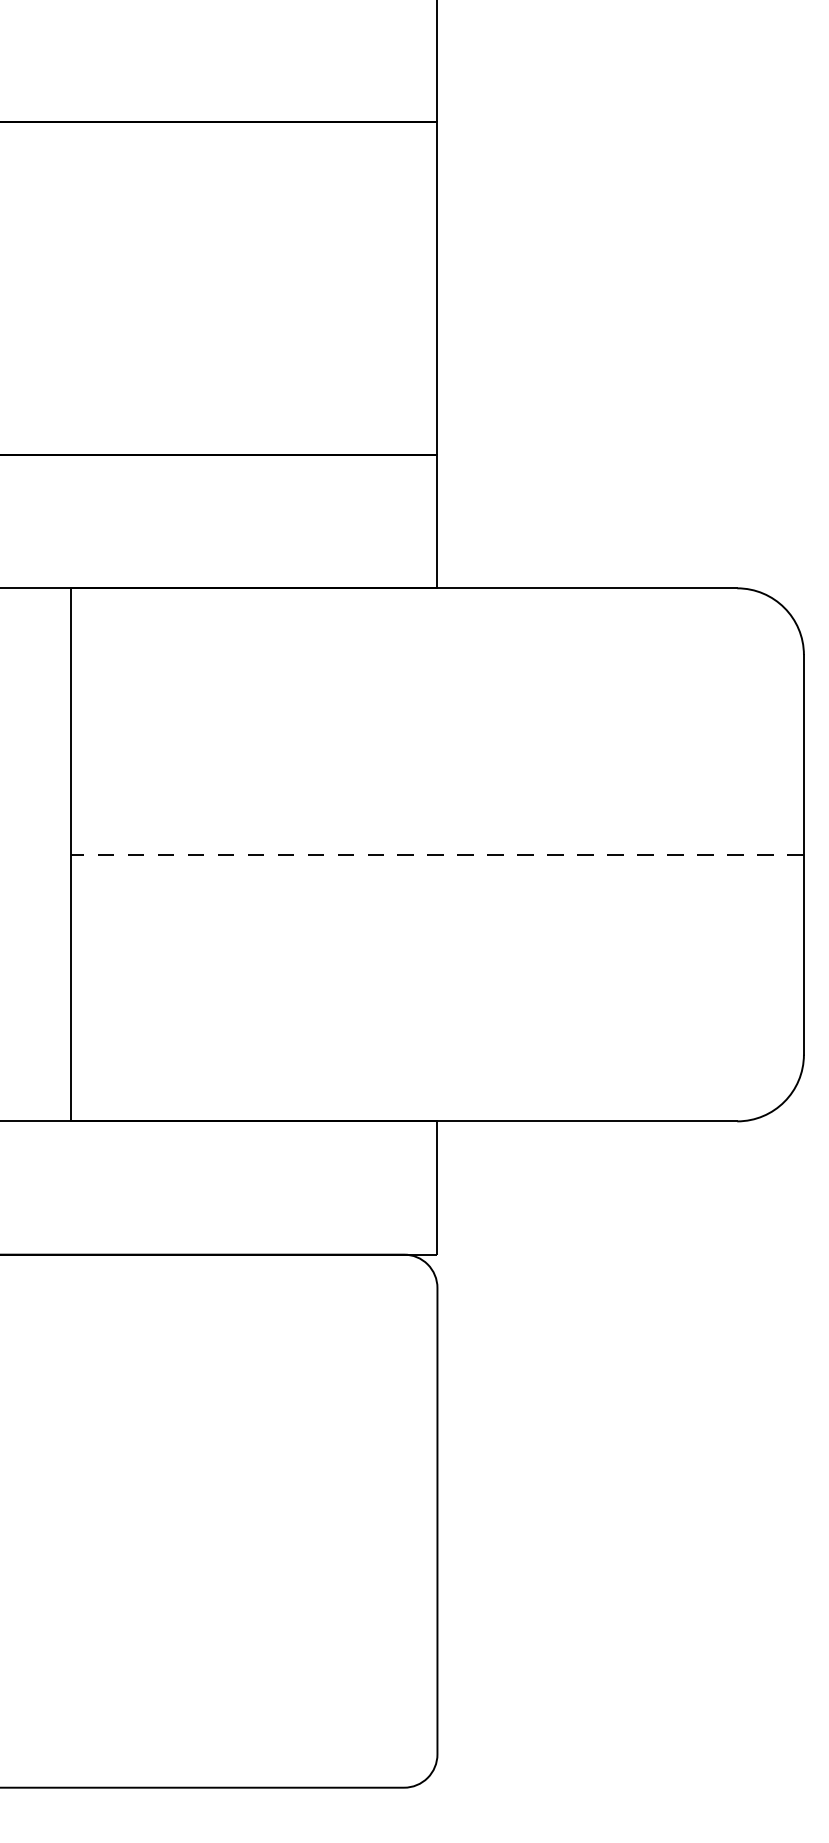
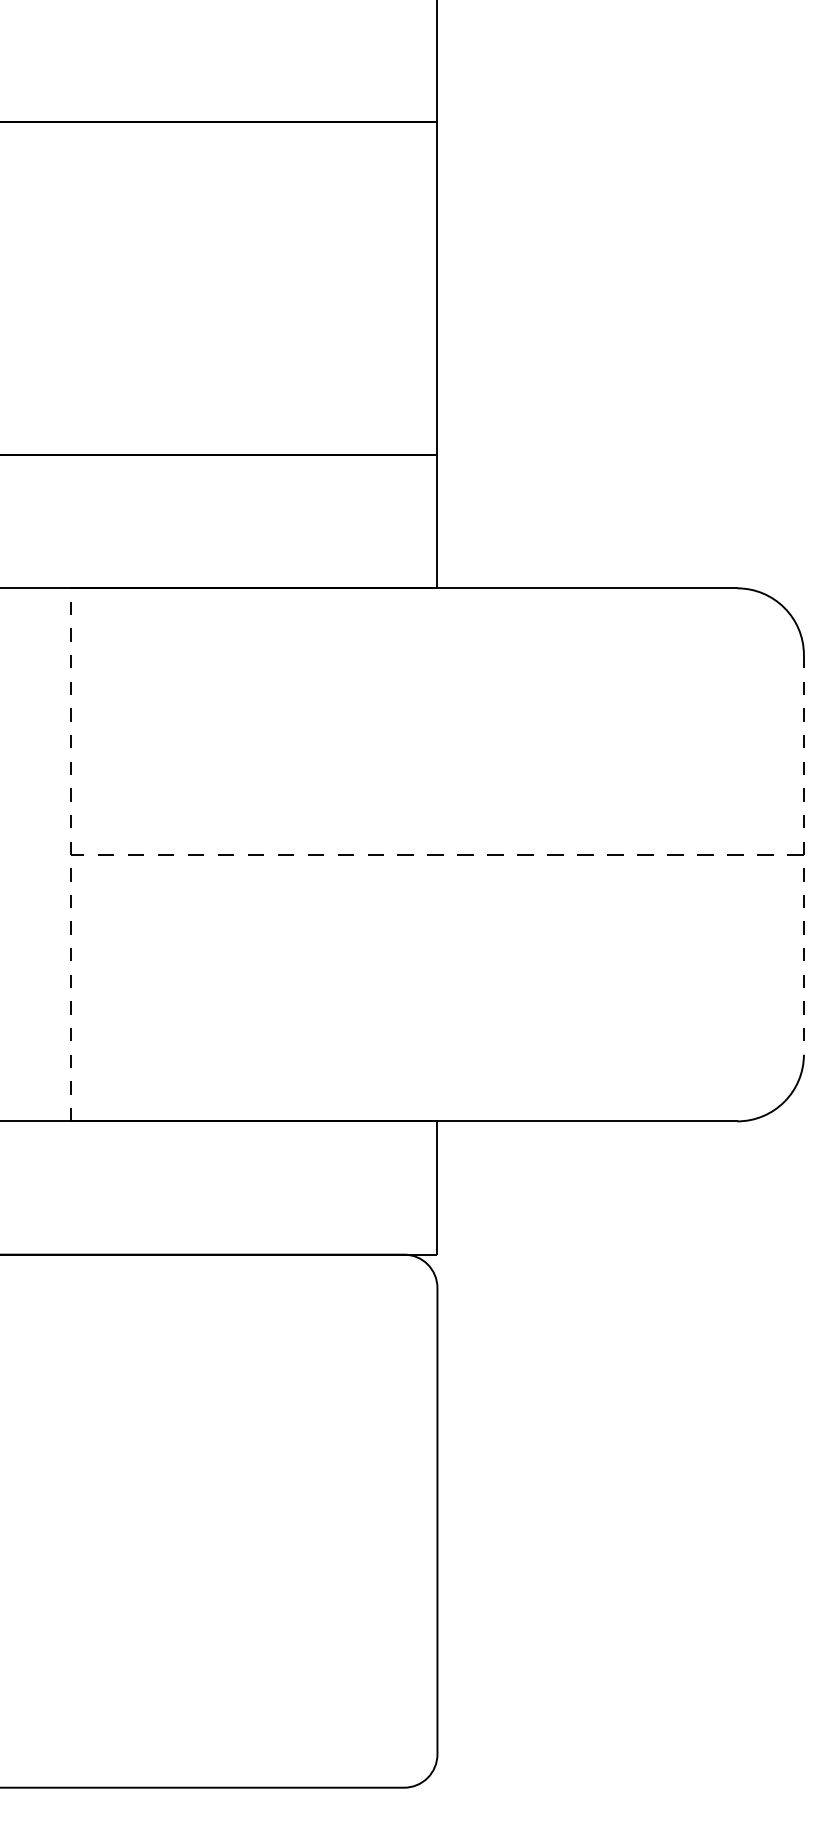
line at (70, 854): solid -> dashed
line at (803, 854): solid -> dashed
